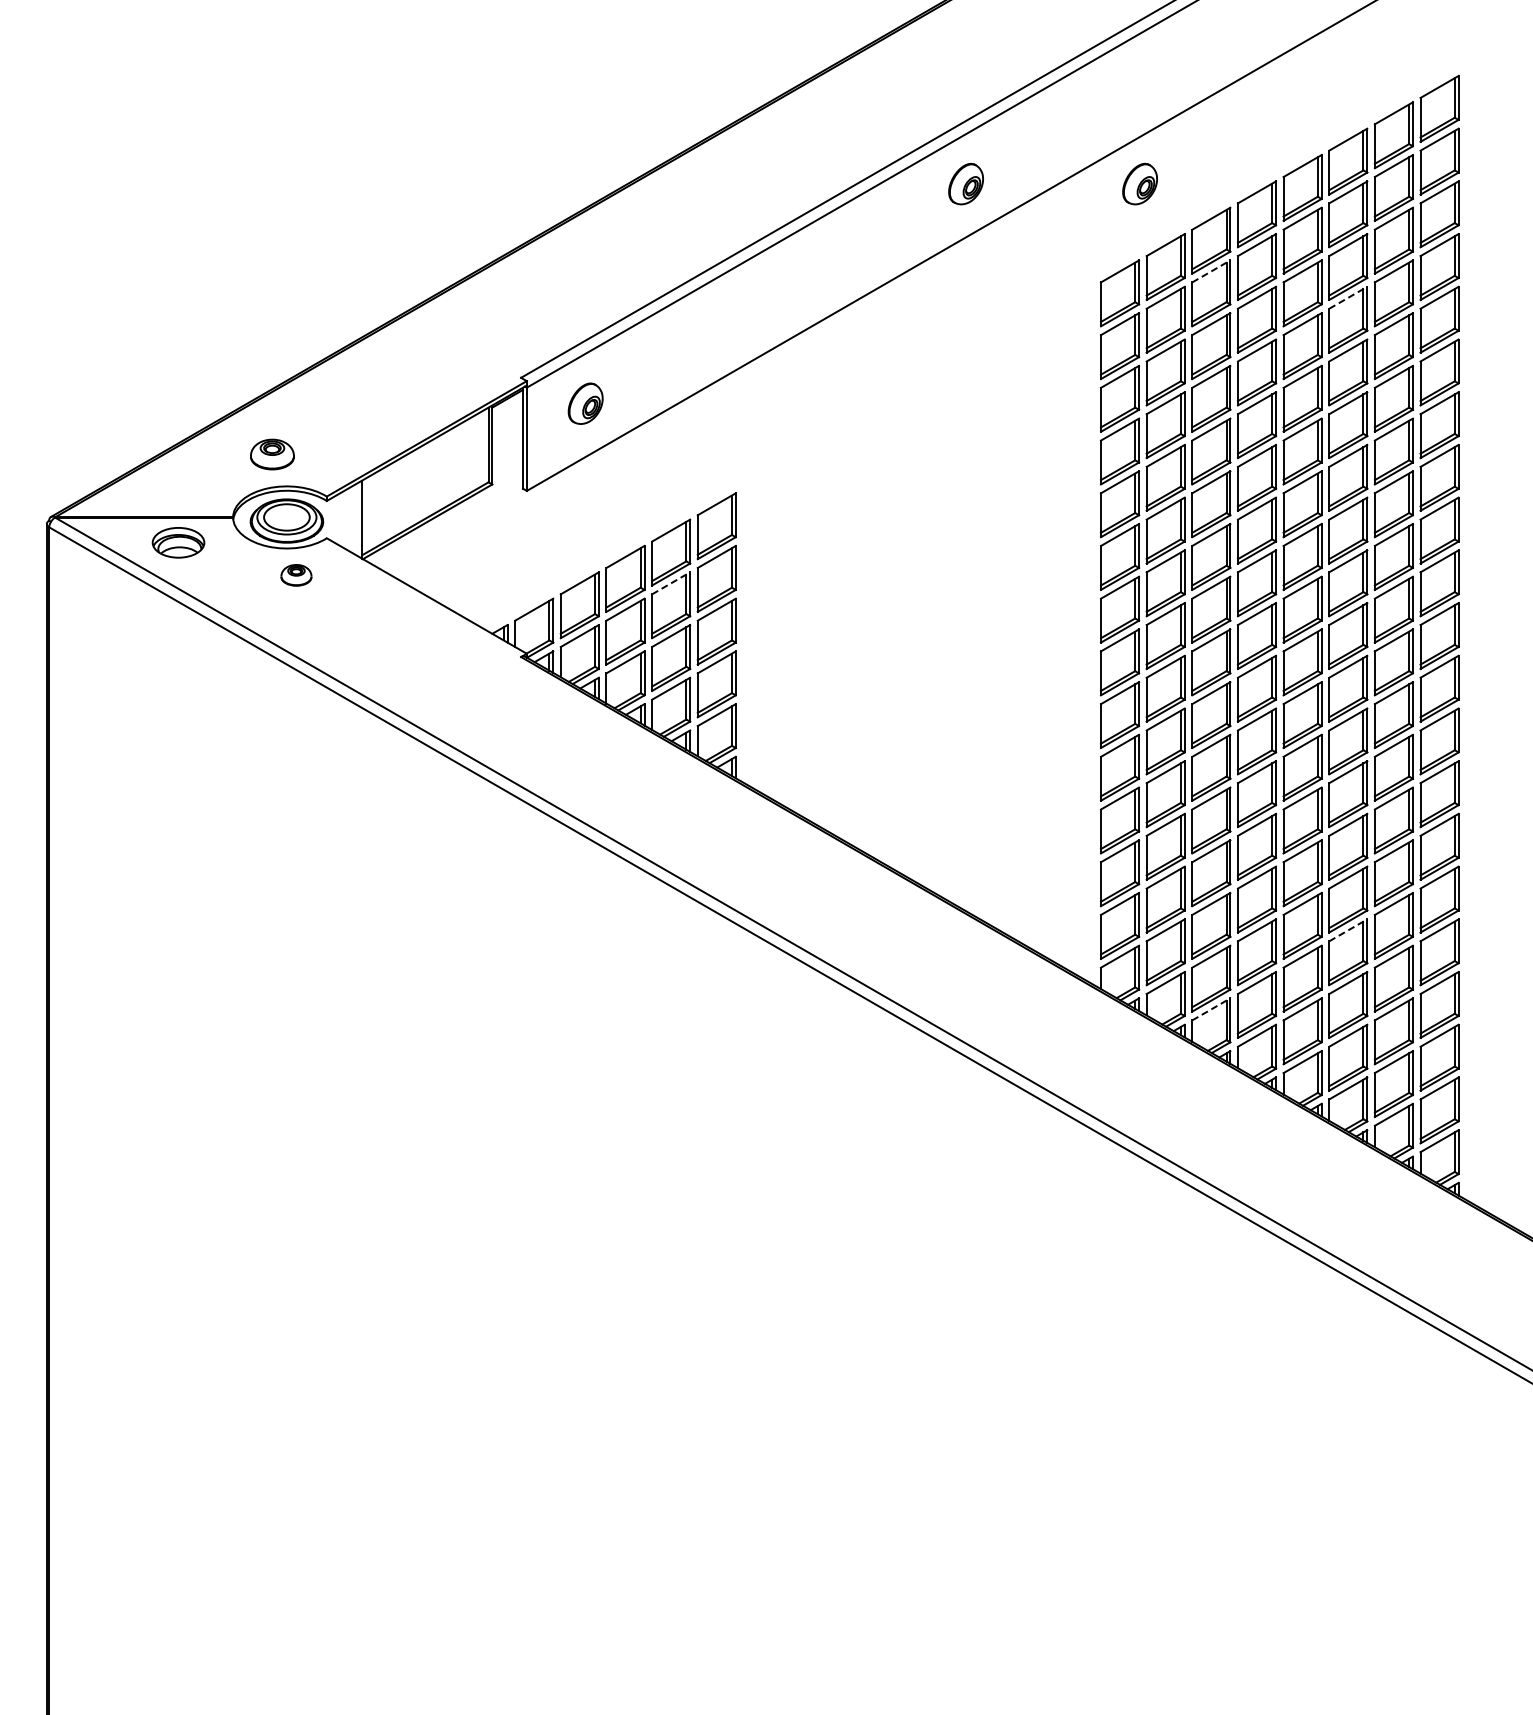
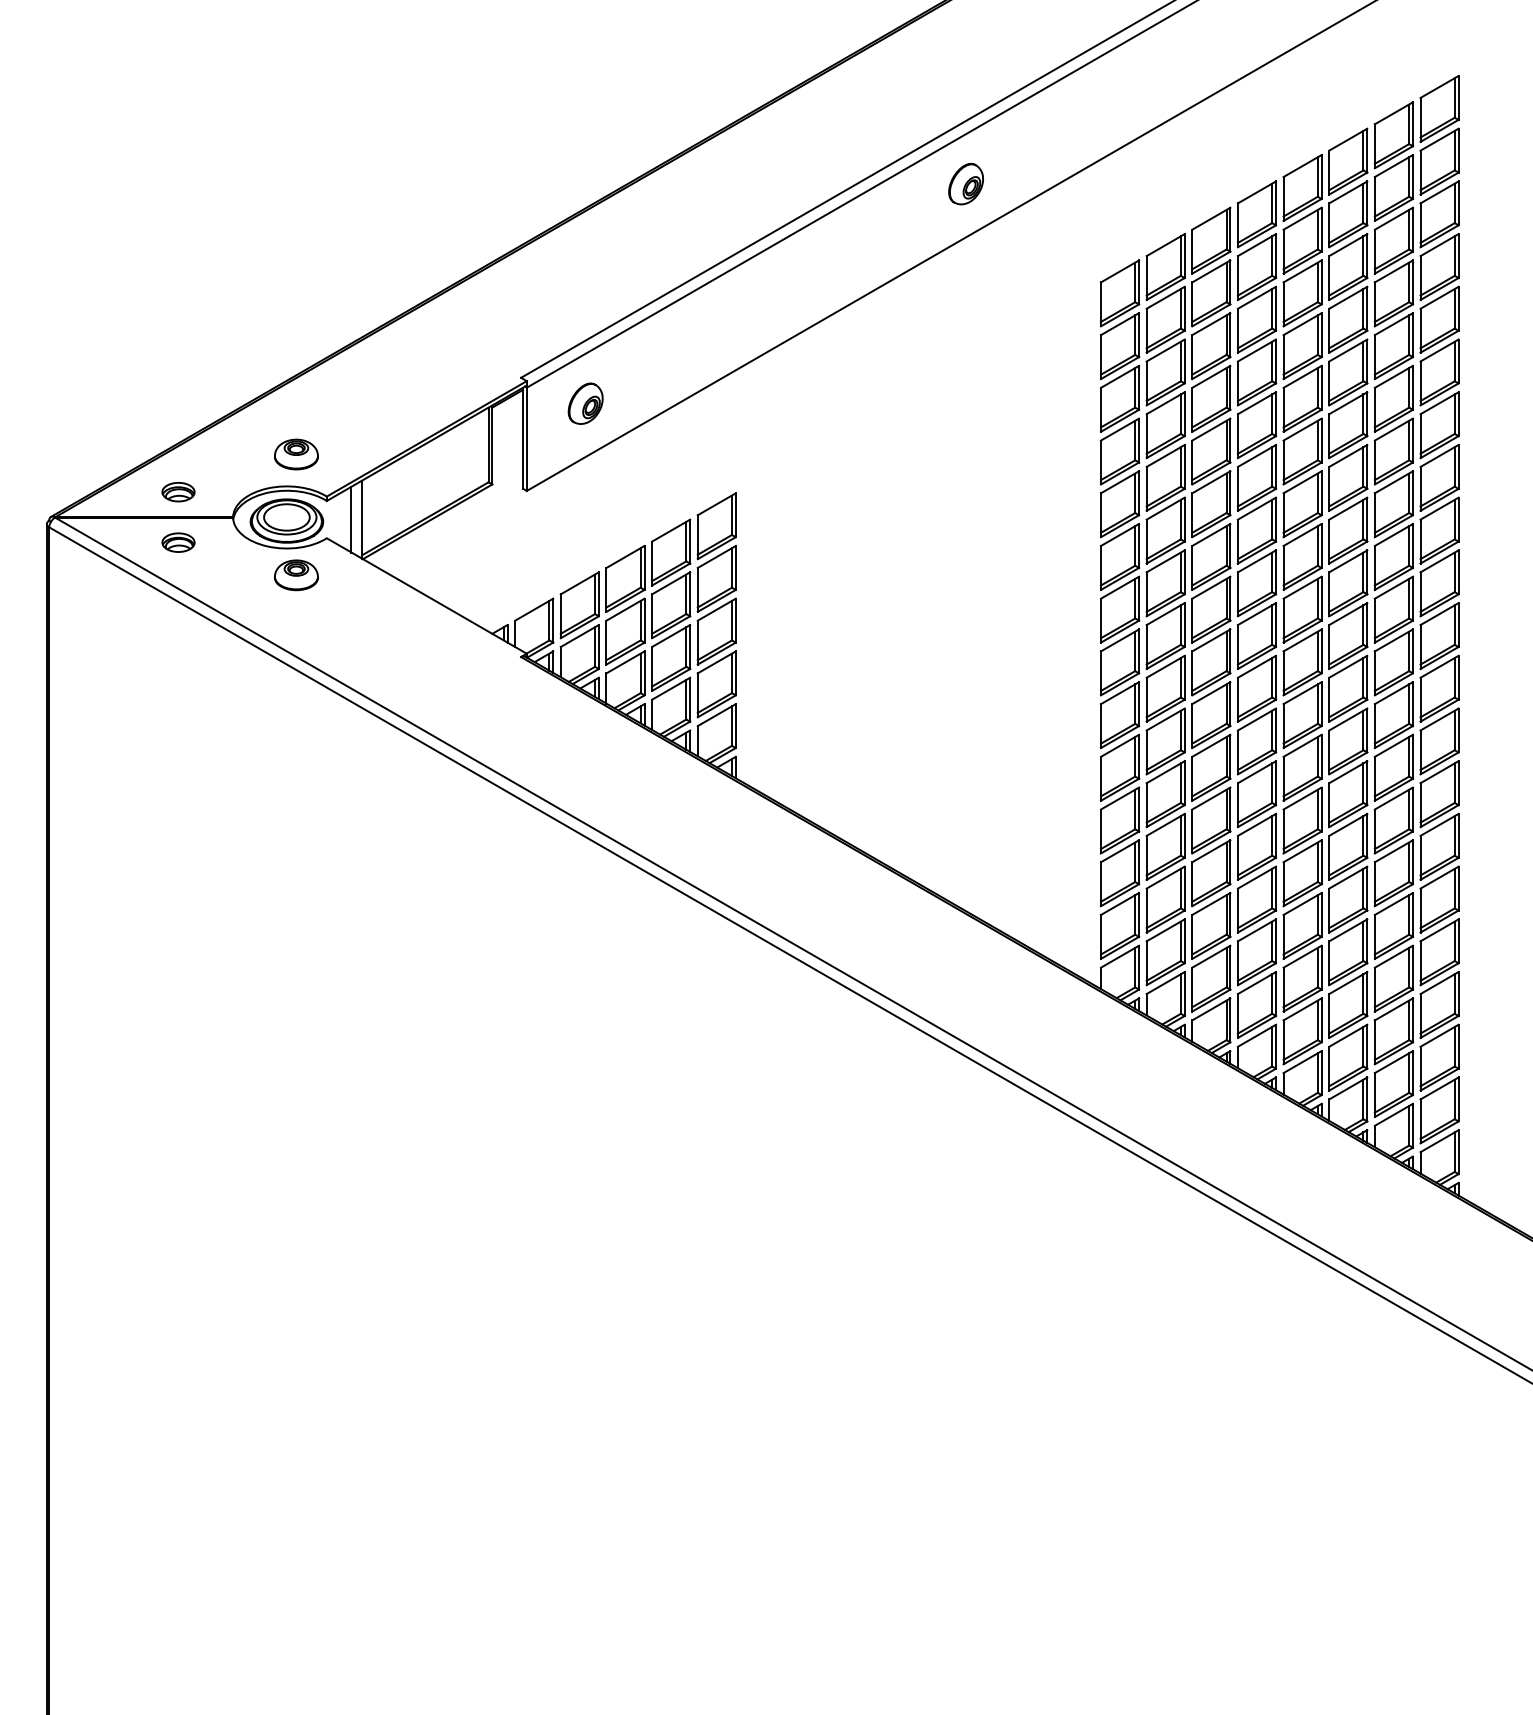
part at (1139, 183): present -> none
line at (1211, 271): dashed -> solid
line at (1348, 297): dashed -> solid
part at (272, 454) position: (272, 454) -> (296, 454)
part at (178, 492): none -> present
line at (351, 519): none -> present
part at (178, 542) size: 55x32 px -> 35x21 px
part at (296, 575) size: 33x23 px -> 45x33 px
line at (671, 583): dashed -> solid
line at (1348, 930): dashed -> solid
line at (1211, 1009): dashed -> solid
